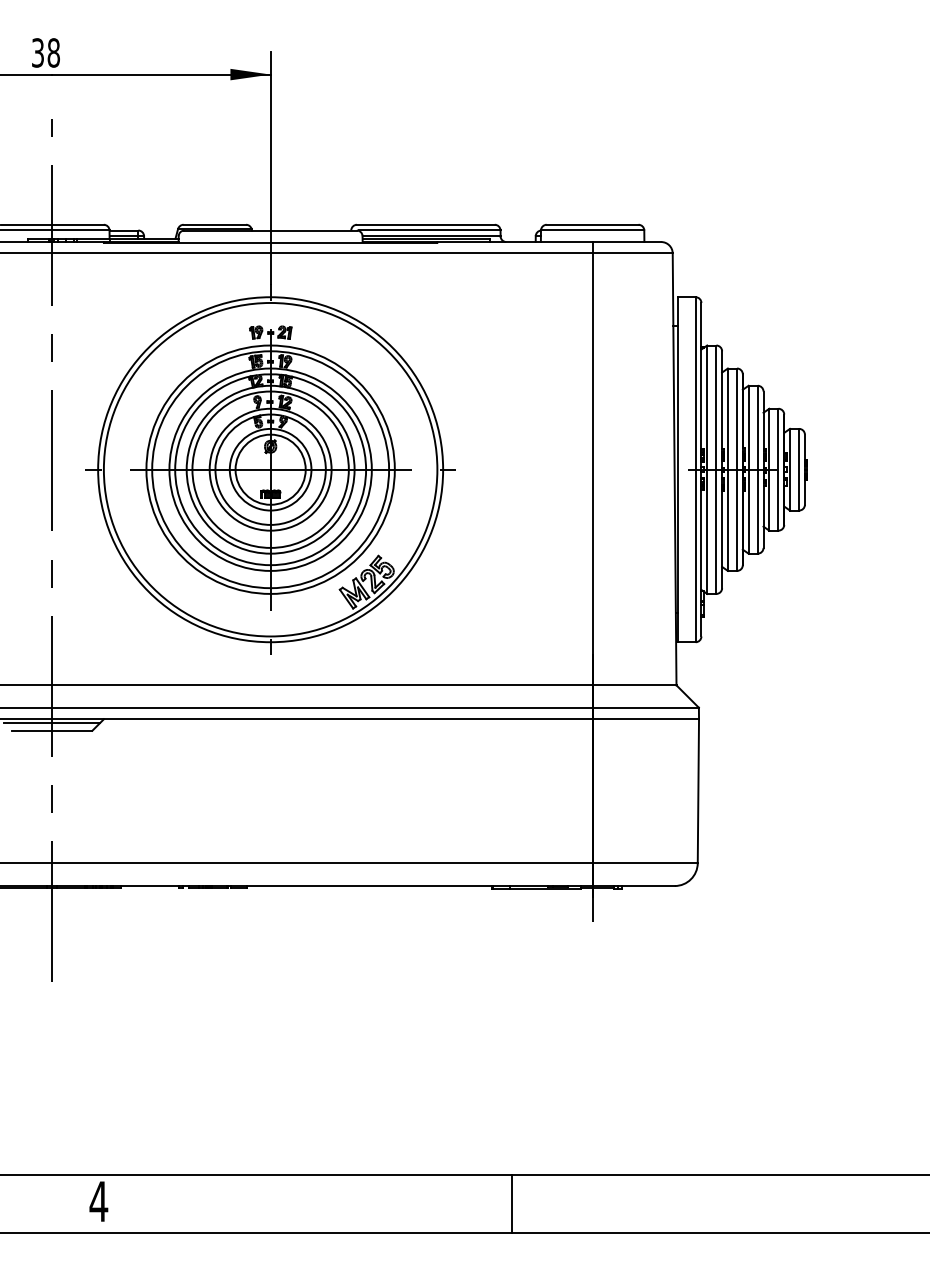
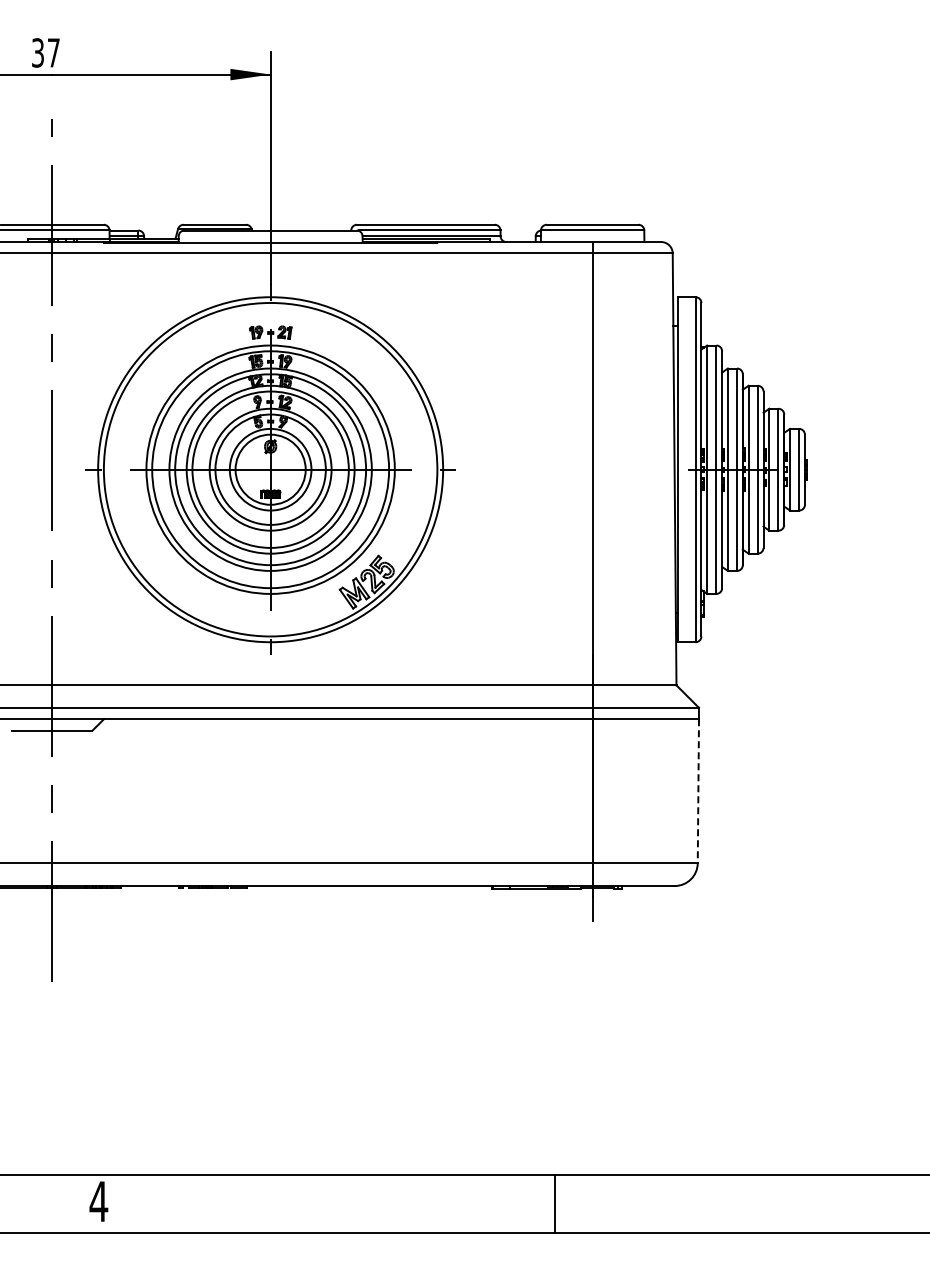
text at (53, 52): 38 -> 37
line at (51, 722): present -> none
line at (698, 791): solid -> dashed
line at (512, 1203) position: (512, 1203) -> (555, 1203)
